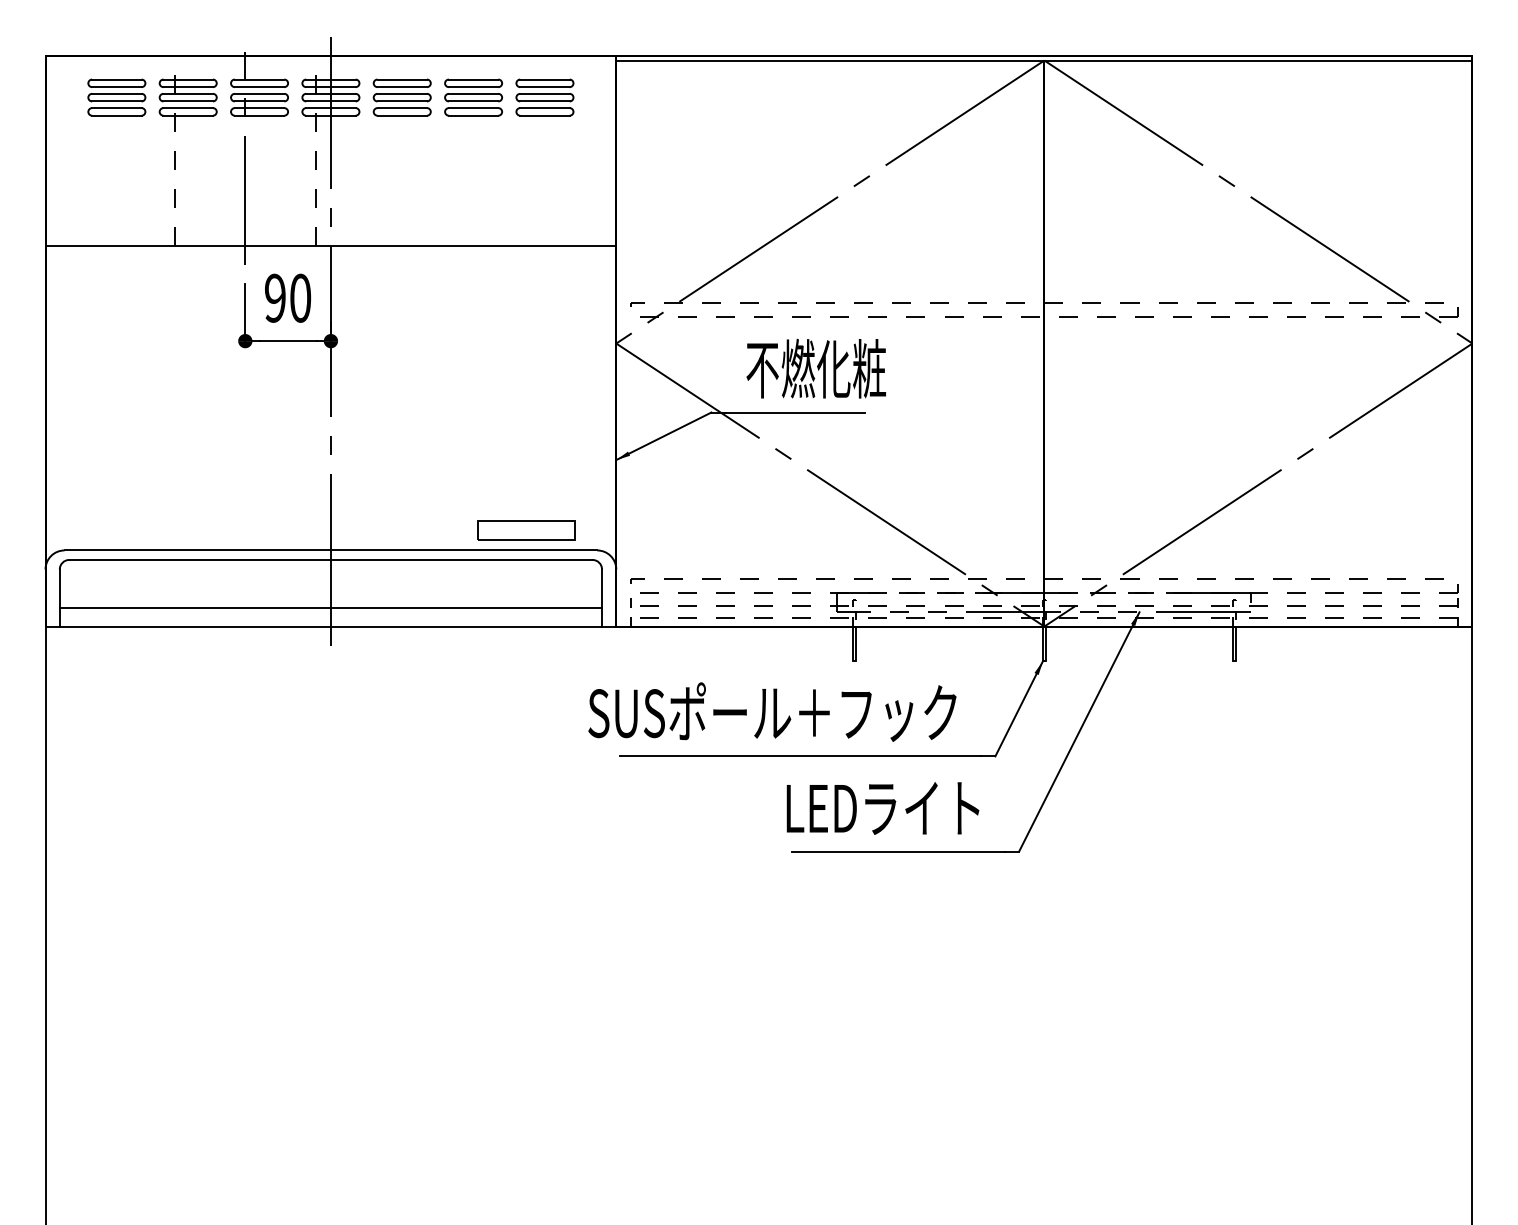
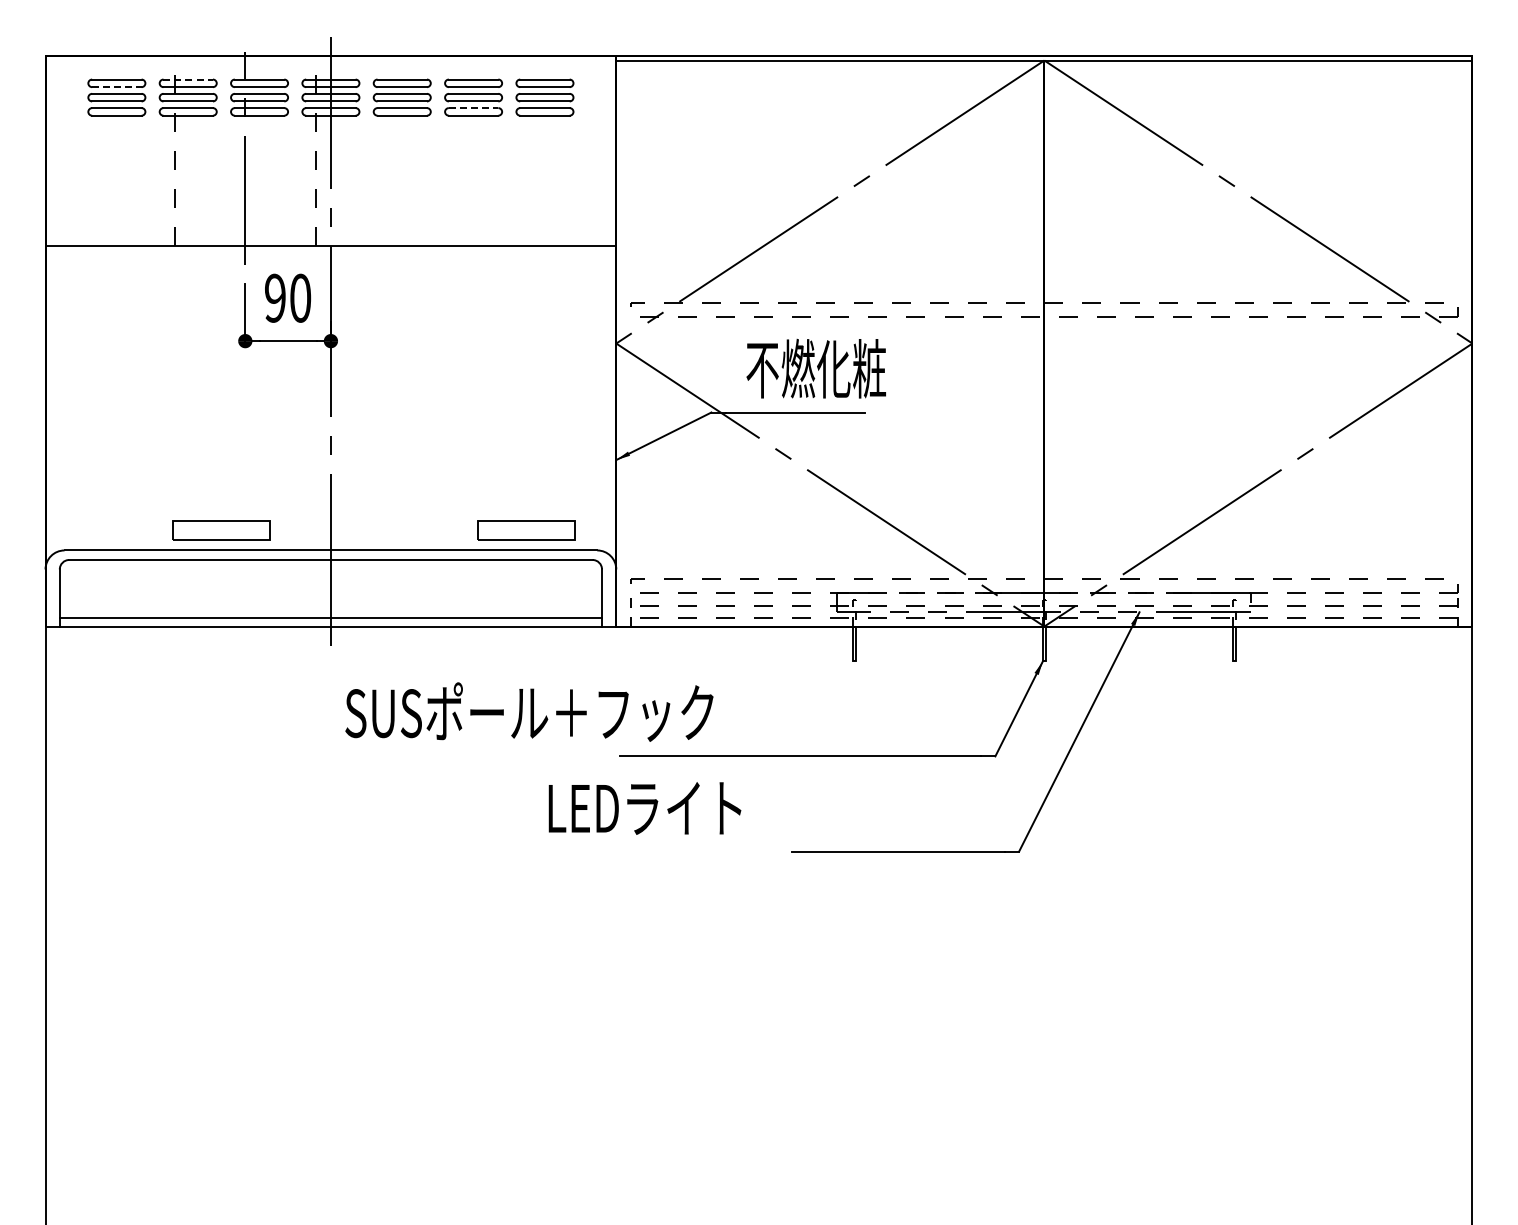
line at (188, 79): solid -> dashed
line at (116, 87): solid -> dashed
line at (473, 108): solid -> dashed
part at (221, 530): none -> present
line at (330, 607) position: (330, 607) -> (330, 617)
text at (772, 711) position: (772, 711) -> (529, 711)
text at (882, 808) position: (882, 808) -> (644, 808)
